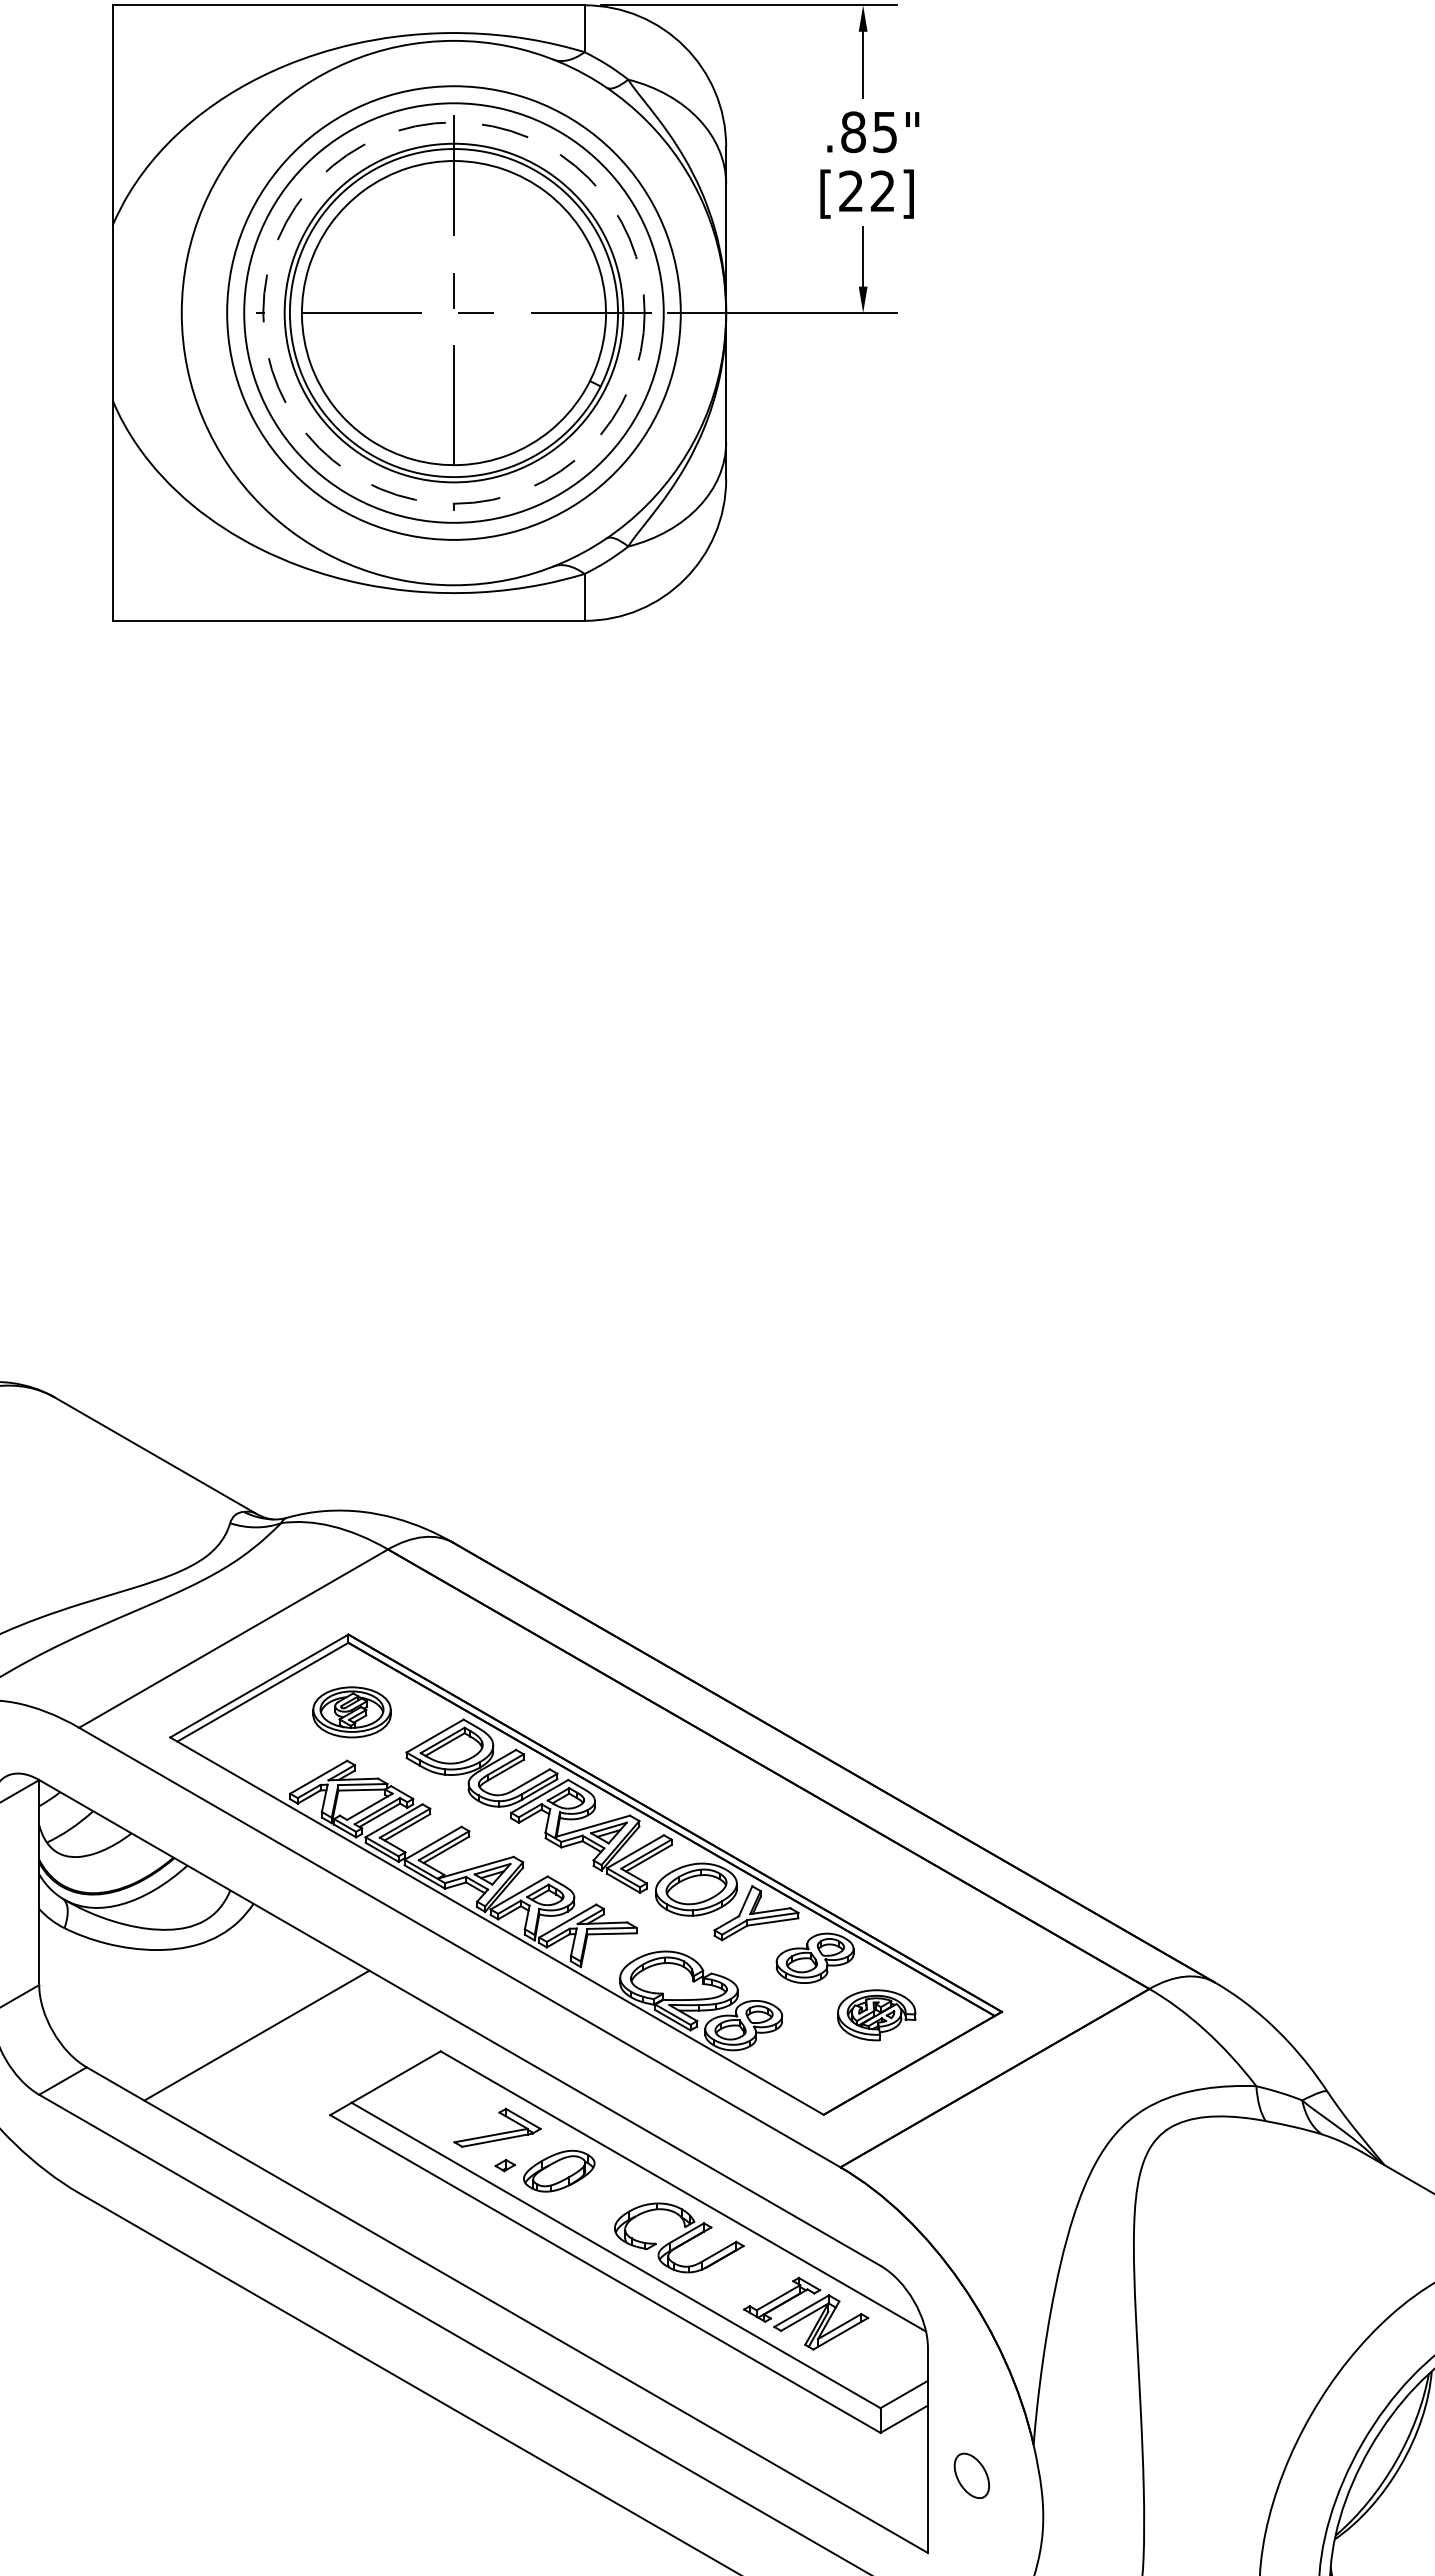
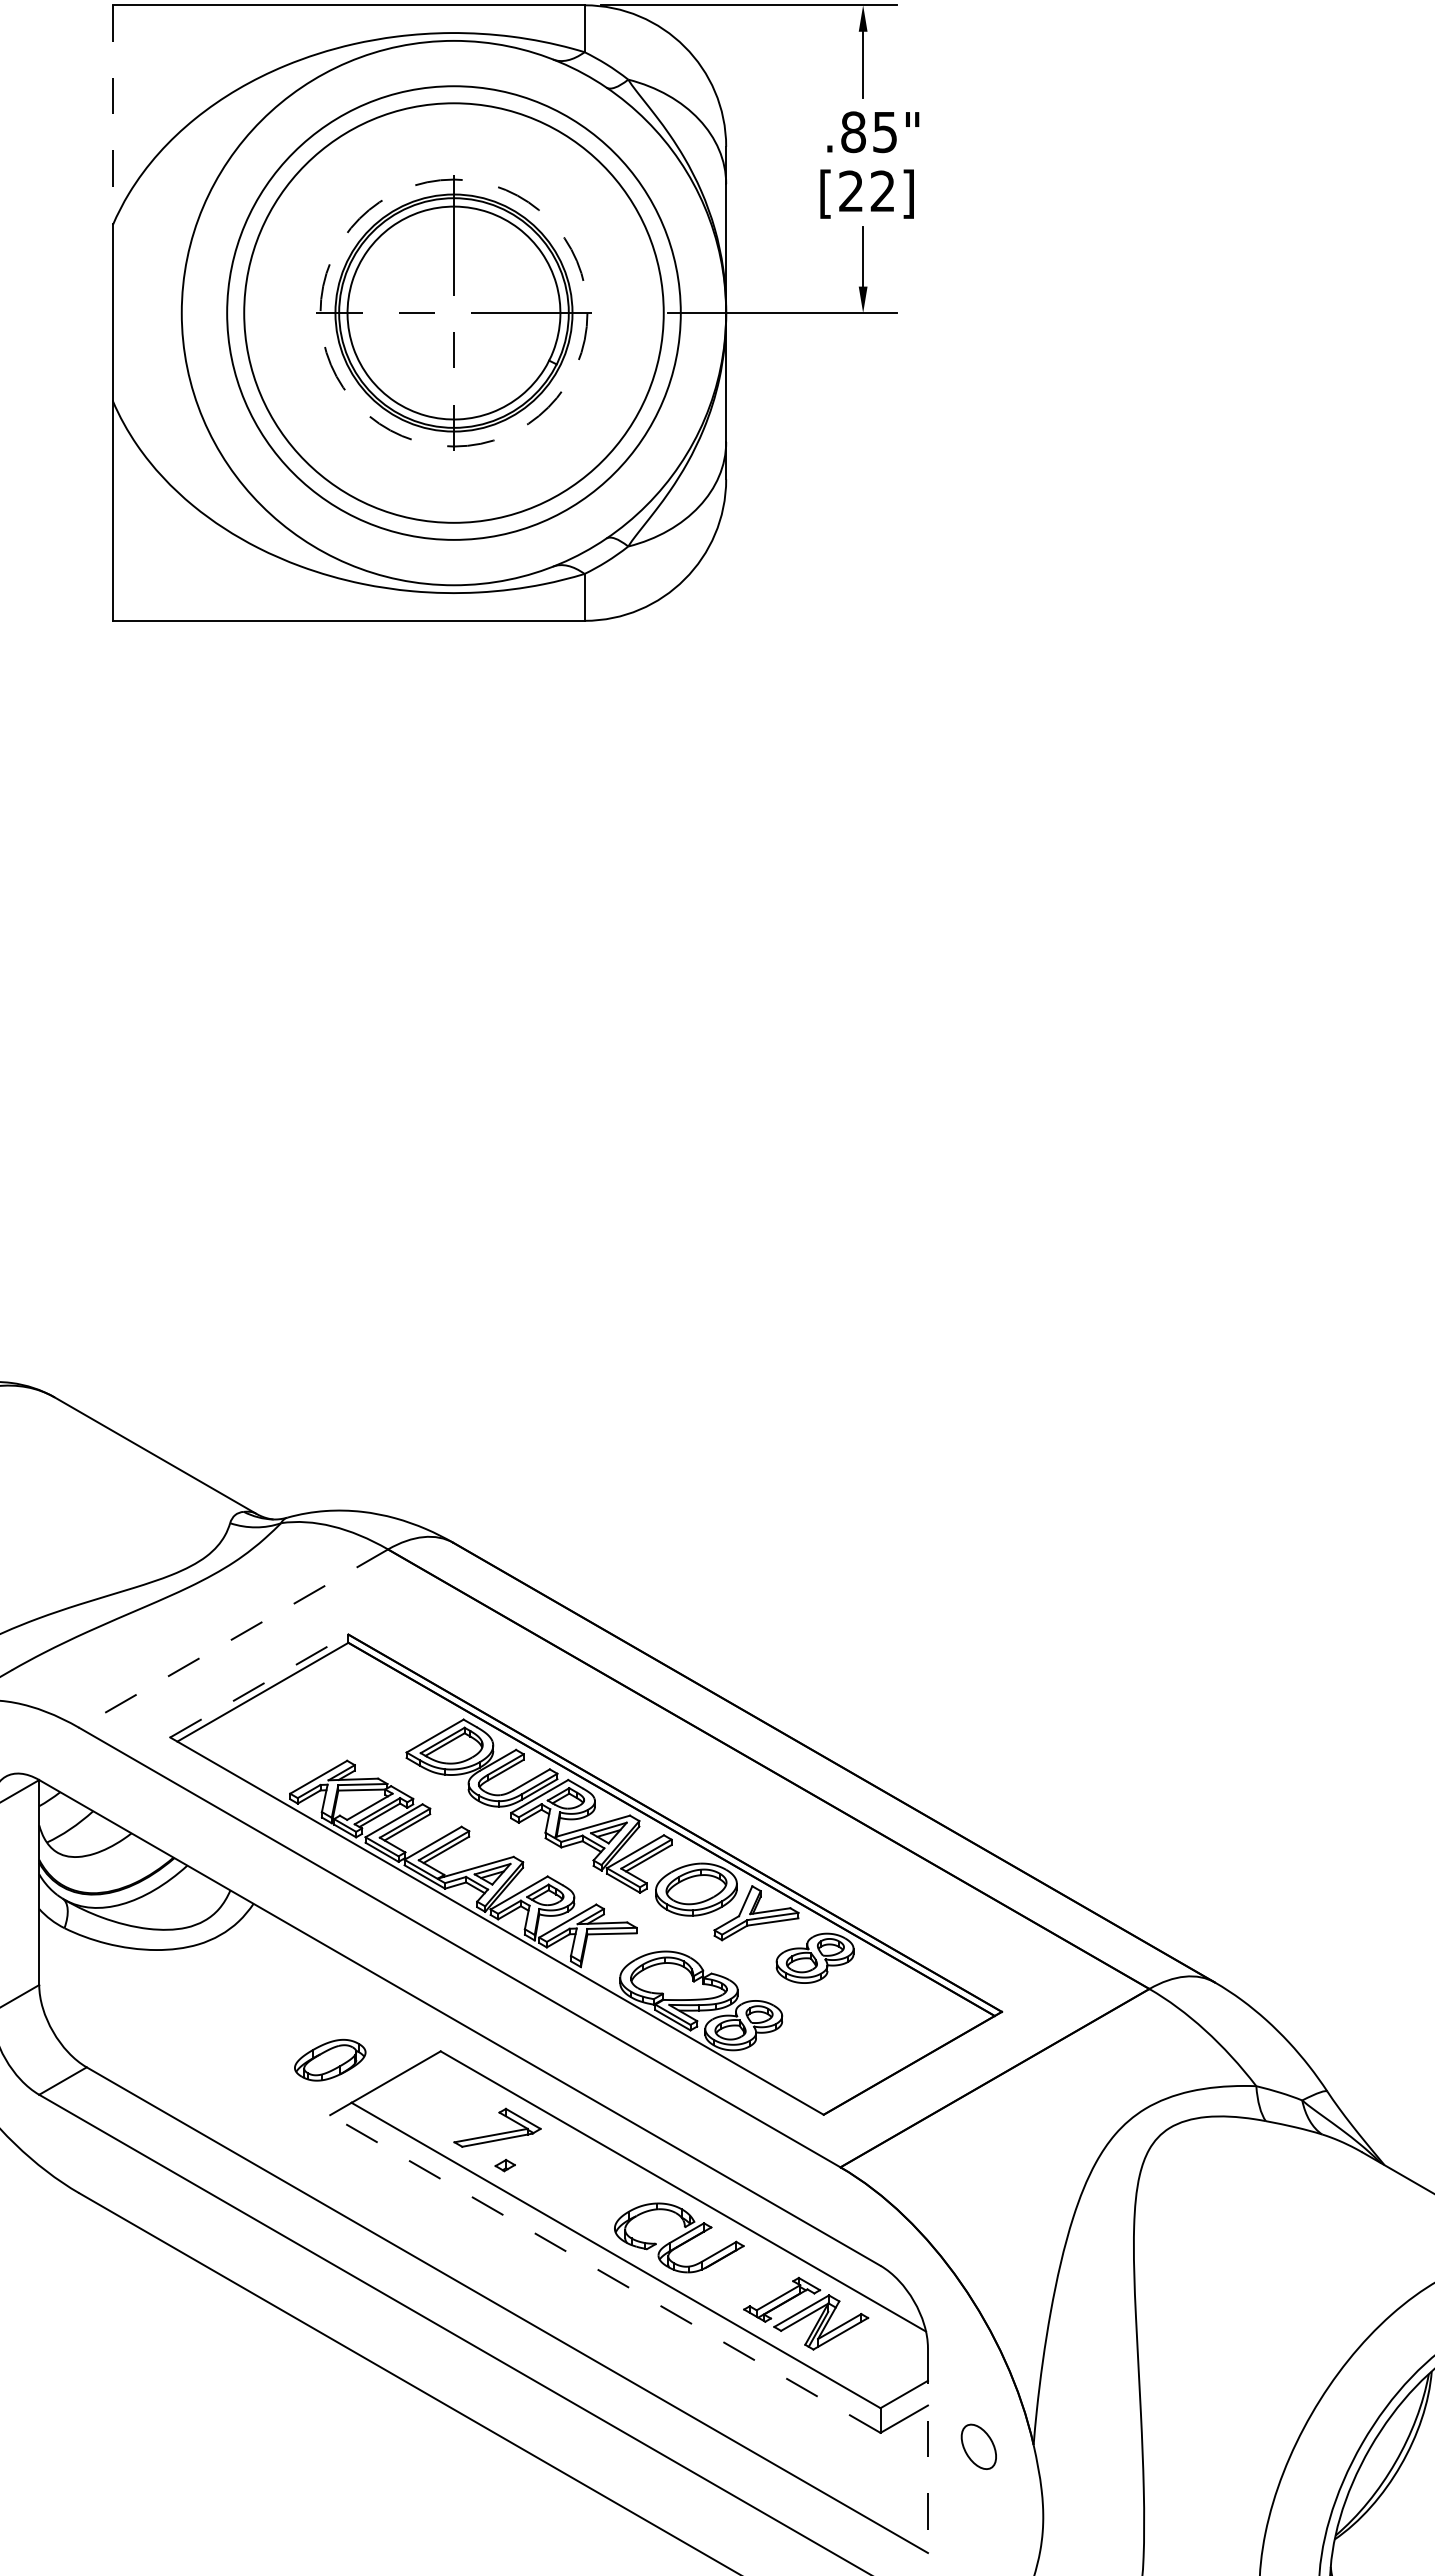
line at (112, 115): solid -> dashed
part at (453, 312) size: 396x396 px -> 276x276 px
line at (233, 1638): solid -> dashed
line at (259, 1686): solid -> dashed
part at (351, 1712): present -> none
part at (876, 2015): present -> none
line at (256, 2035): present -> none
part at (559, 2170) position: (559, 2170) -> (330, 2059)
line at (605, 2274): solid -> dashed
line at (927, 2451): solid -> dashed
part at (971, 2475) position: (971, 2475) -> (978, 2446)
